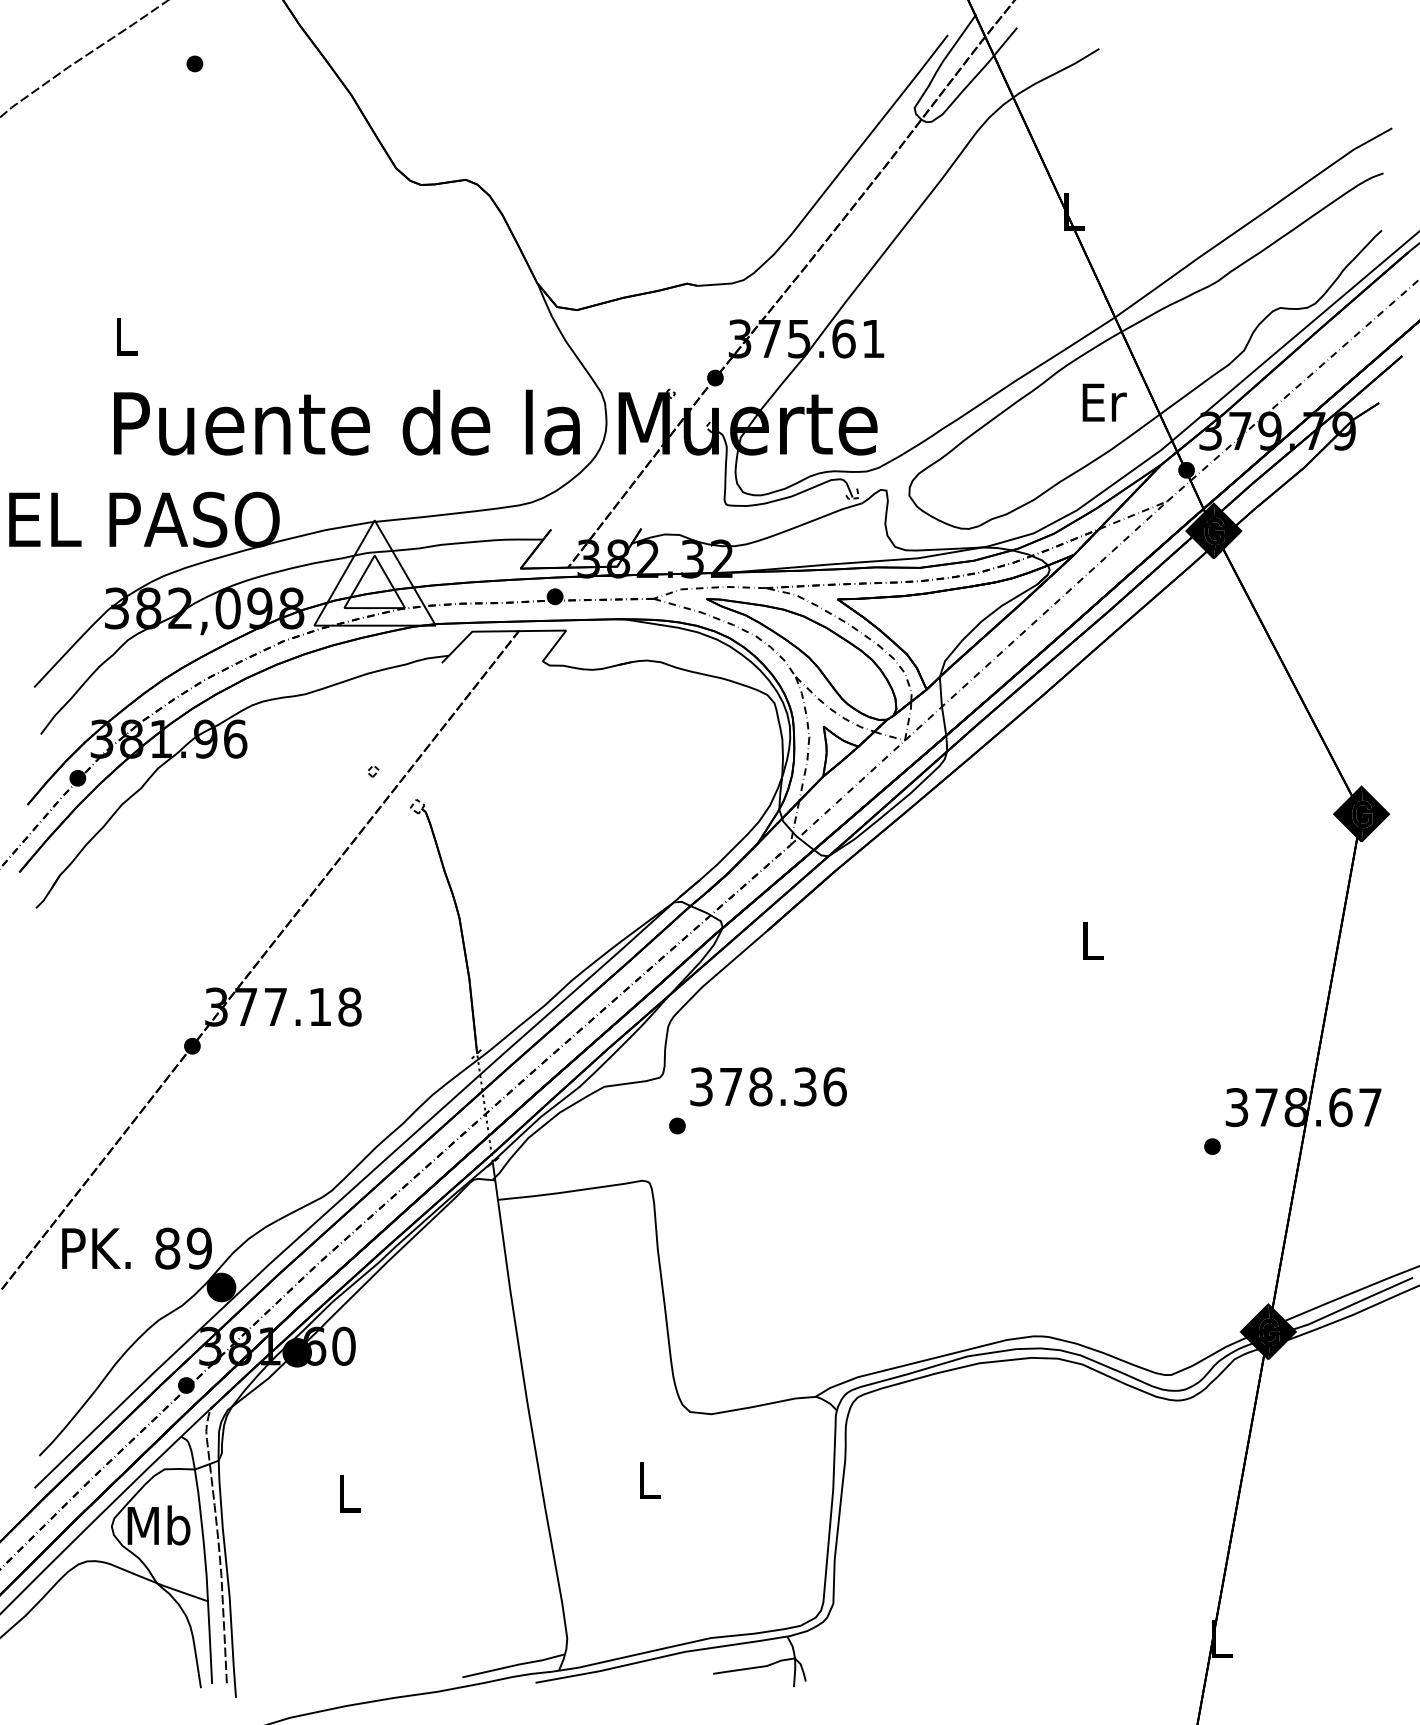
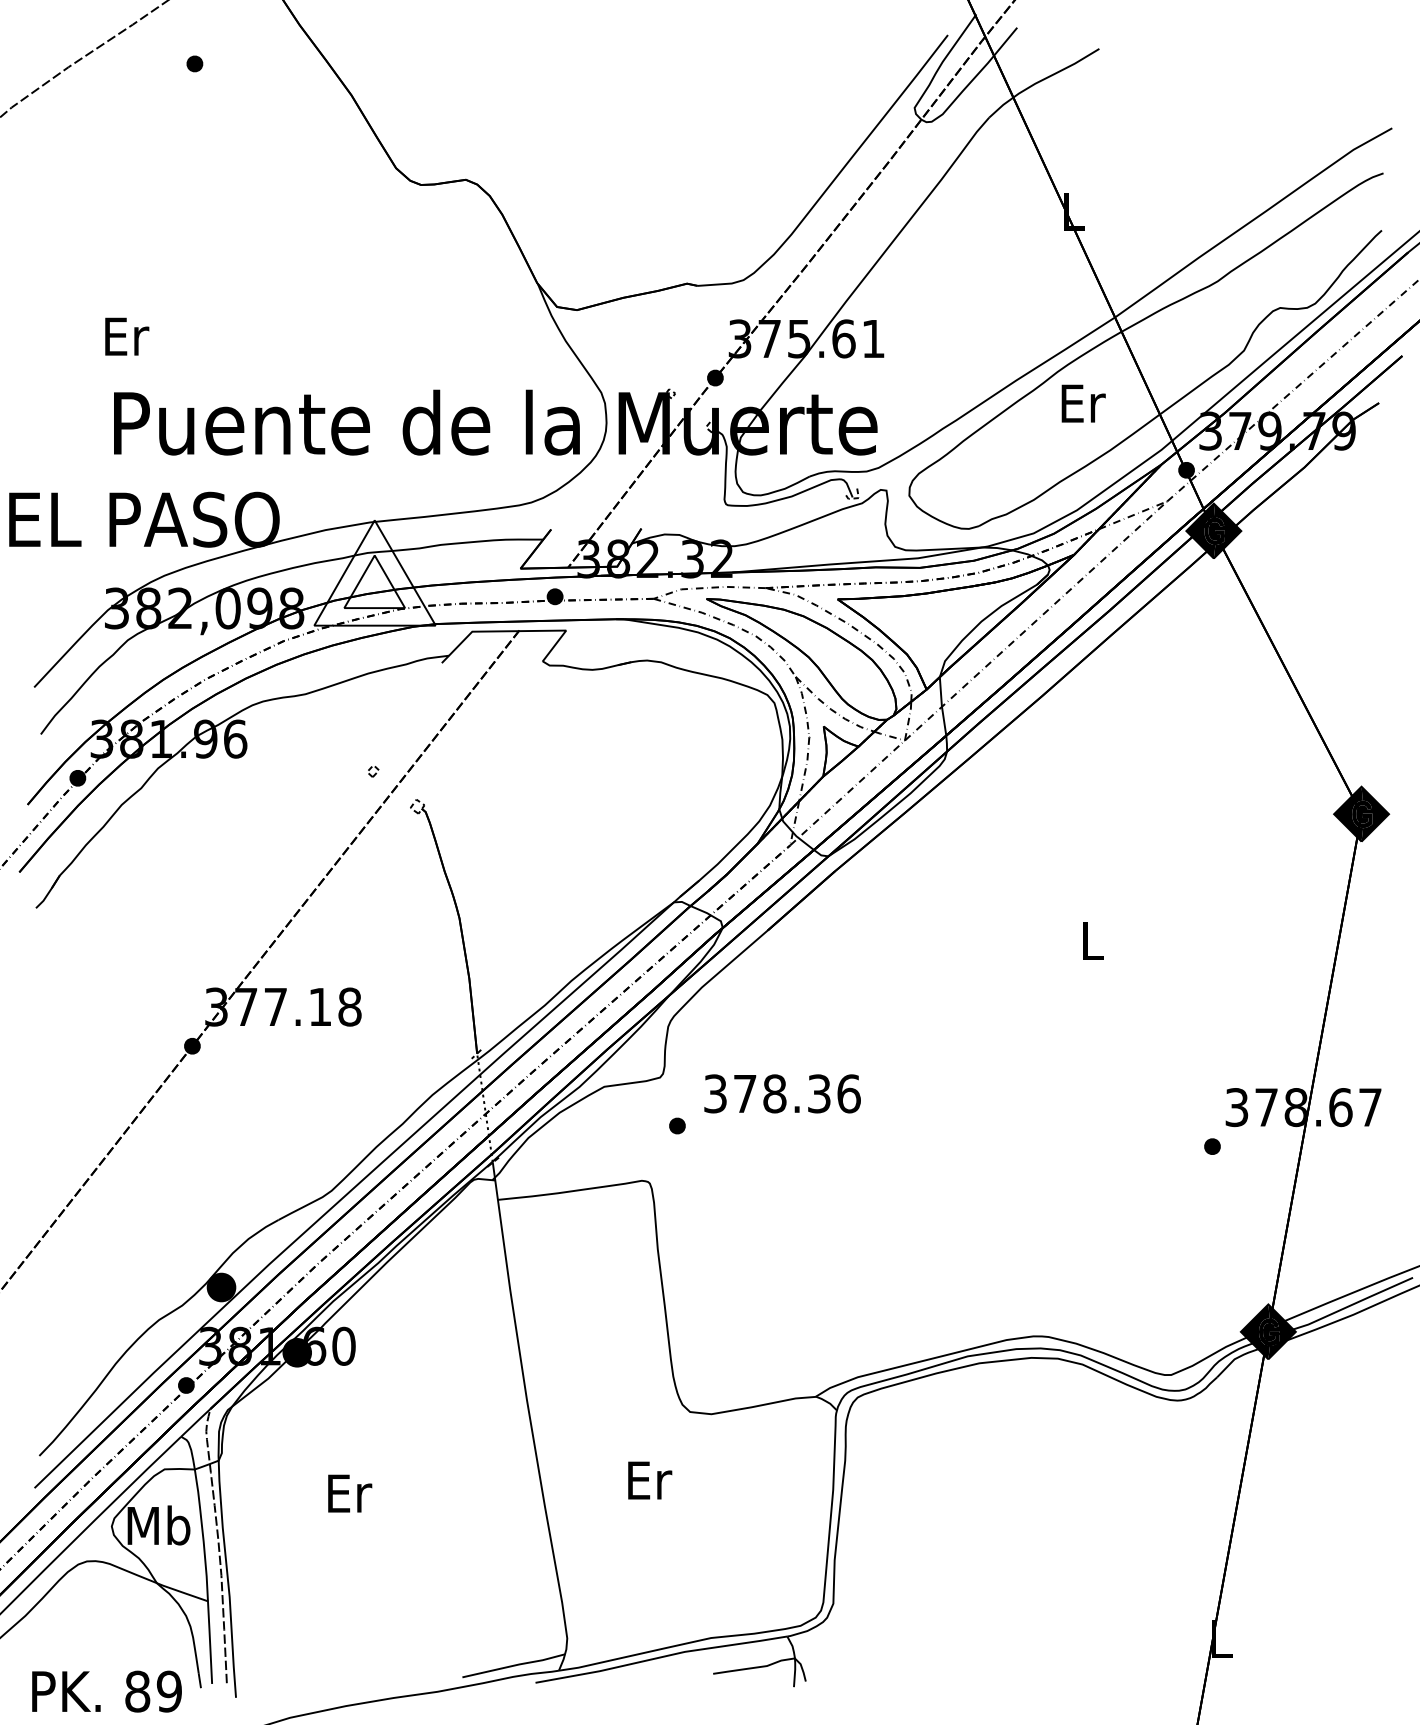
text at (127, 336): L -> Er
text at (1104, 402) position: (1104, 402) -> (1083, 403)
text at (768, 1086) position: (768, 1086) -> (782, 1093)
text at (136, 1248) position: (136, 1248) -> (106, 1691)
text at (650, 1480): L -> Er
text at (350, 1493): L -> Er
